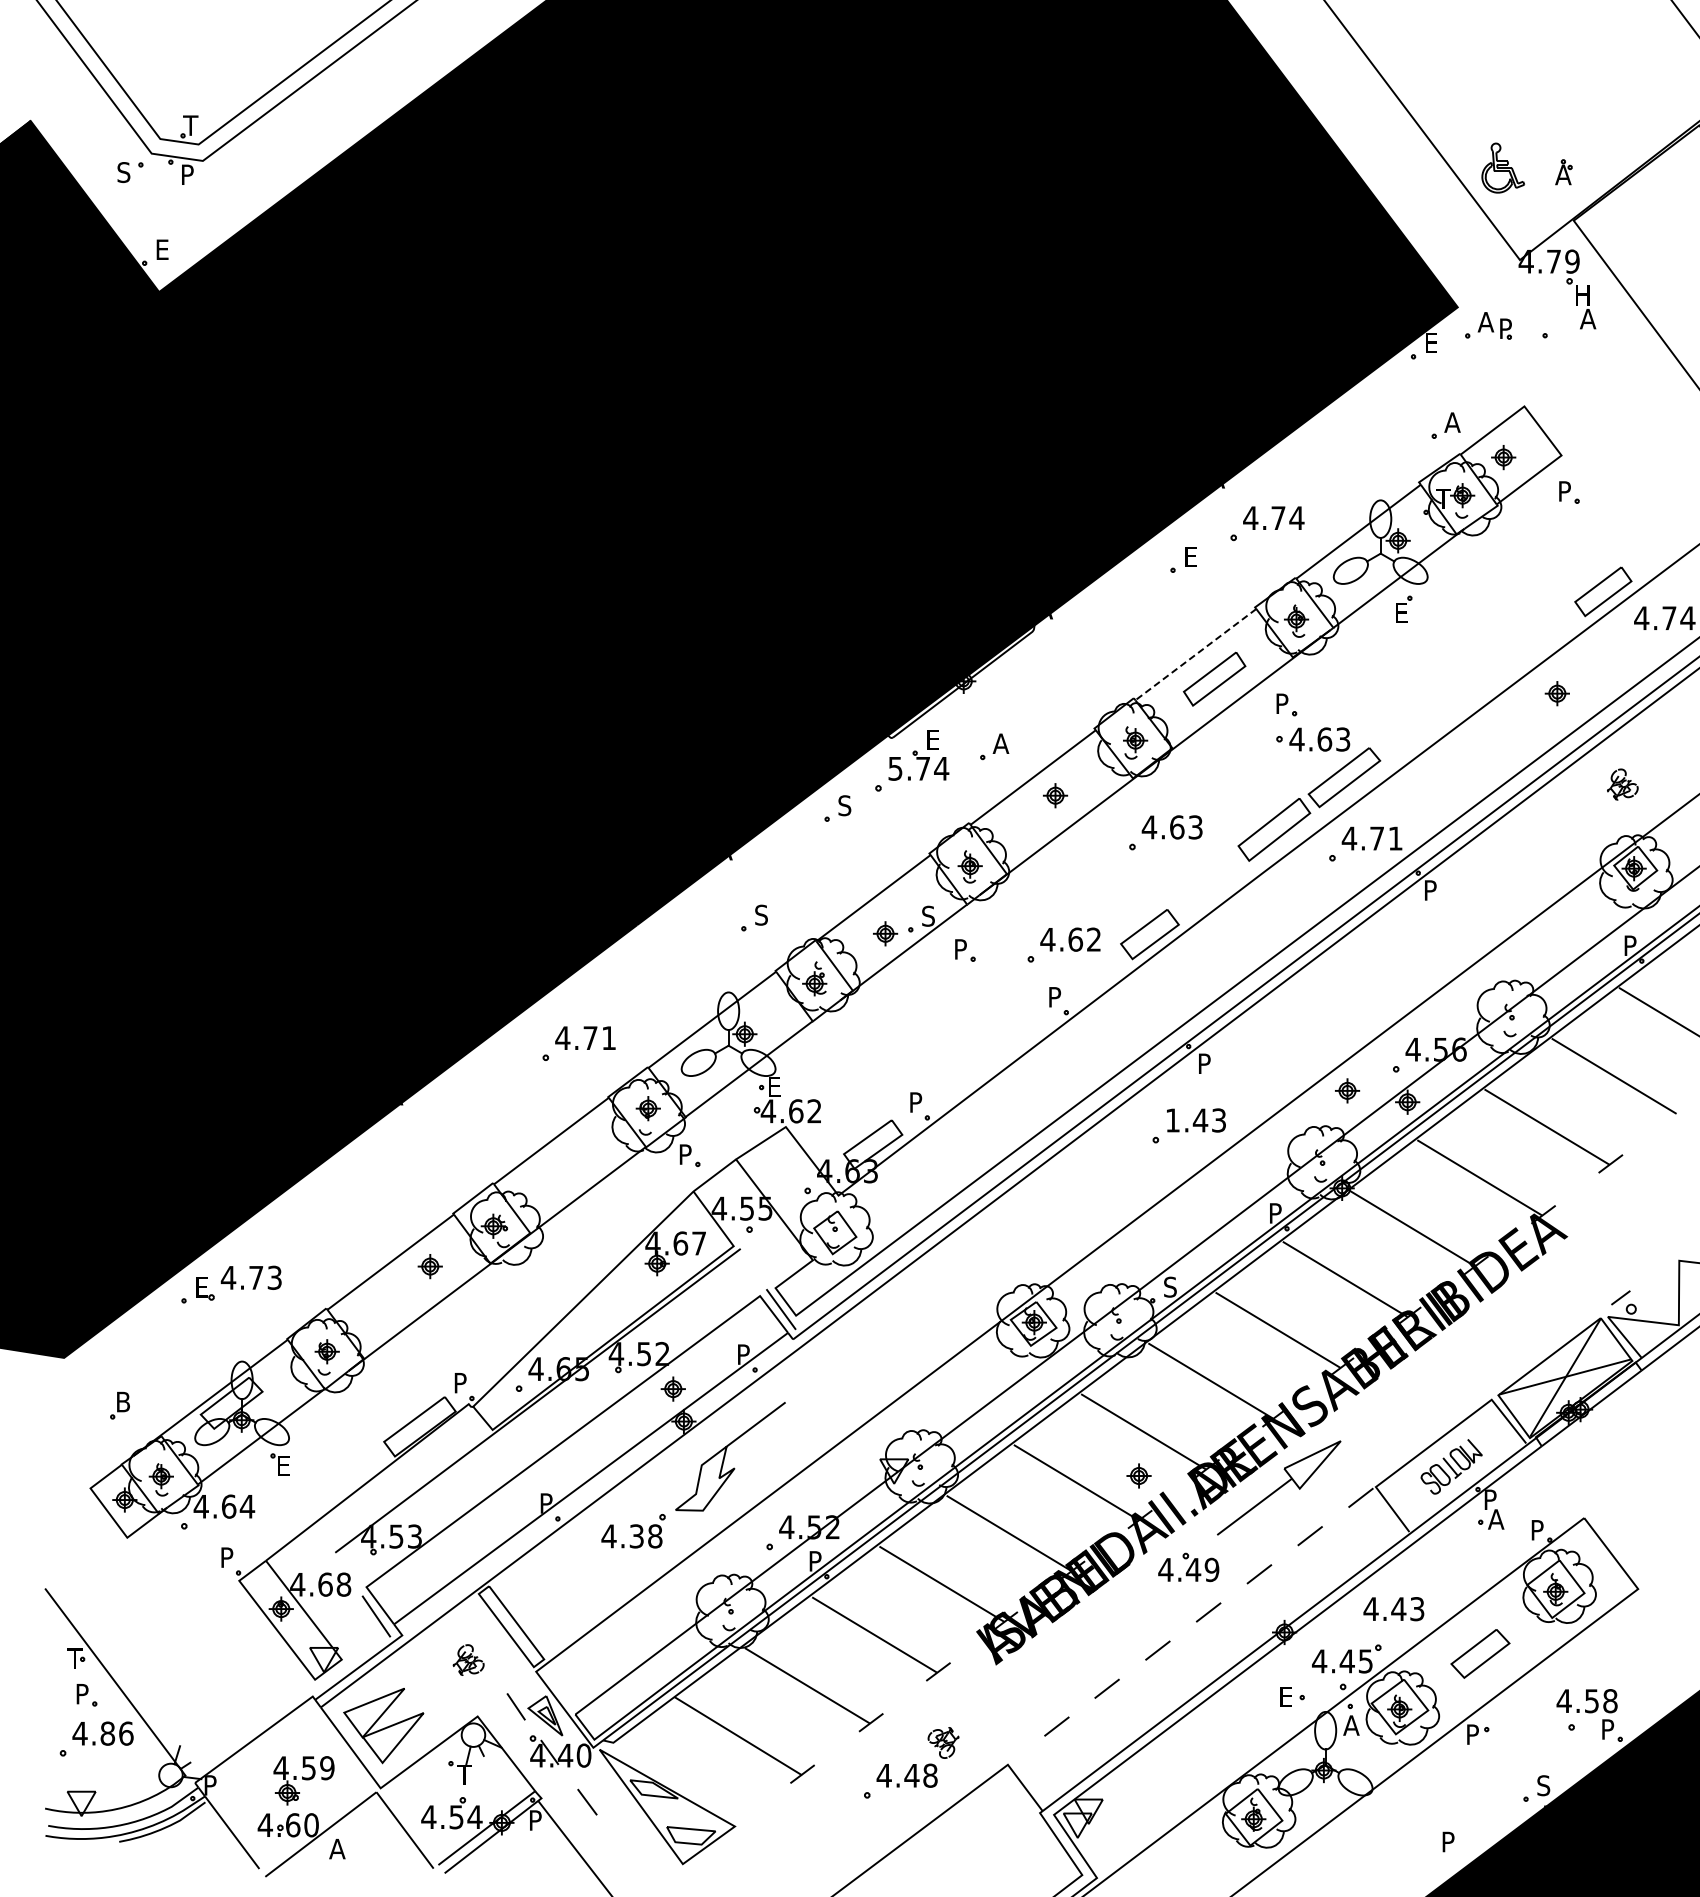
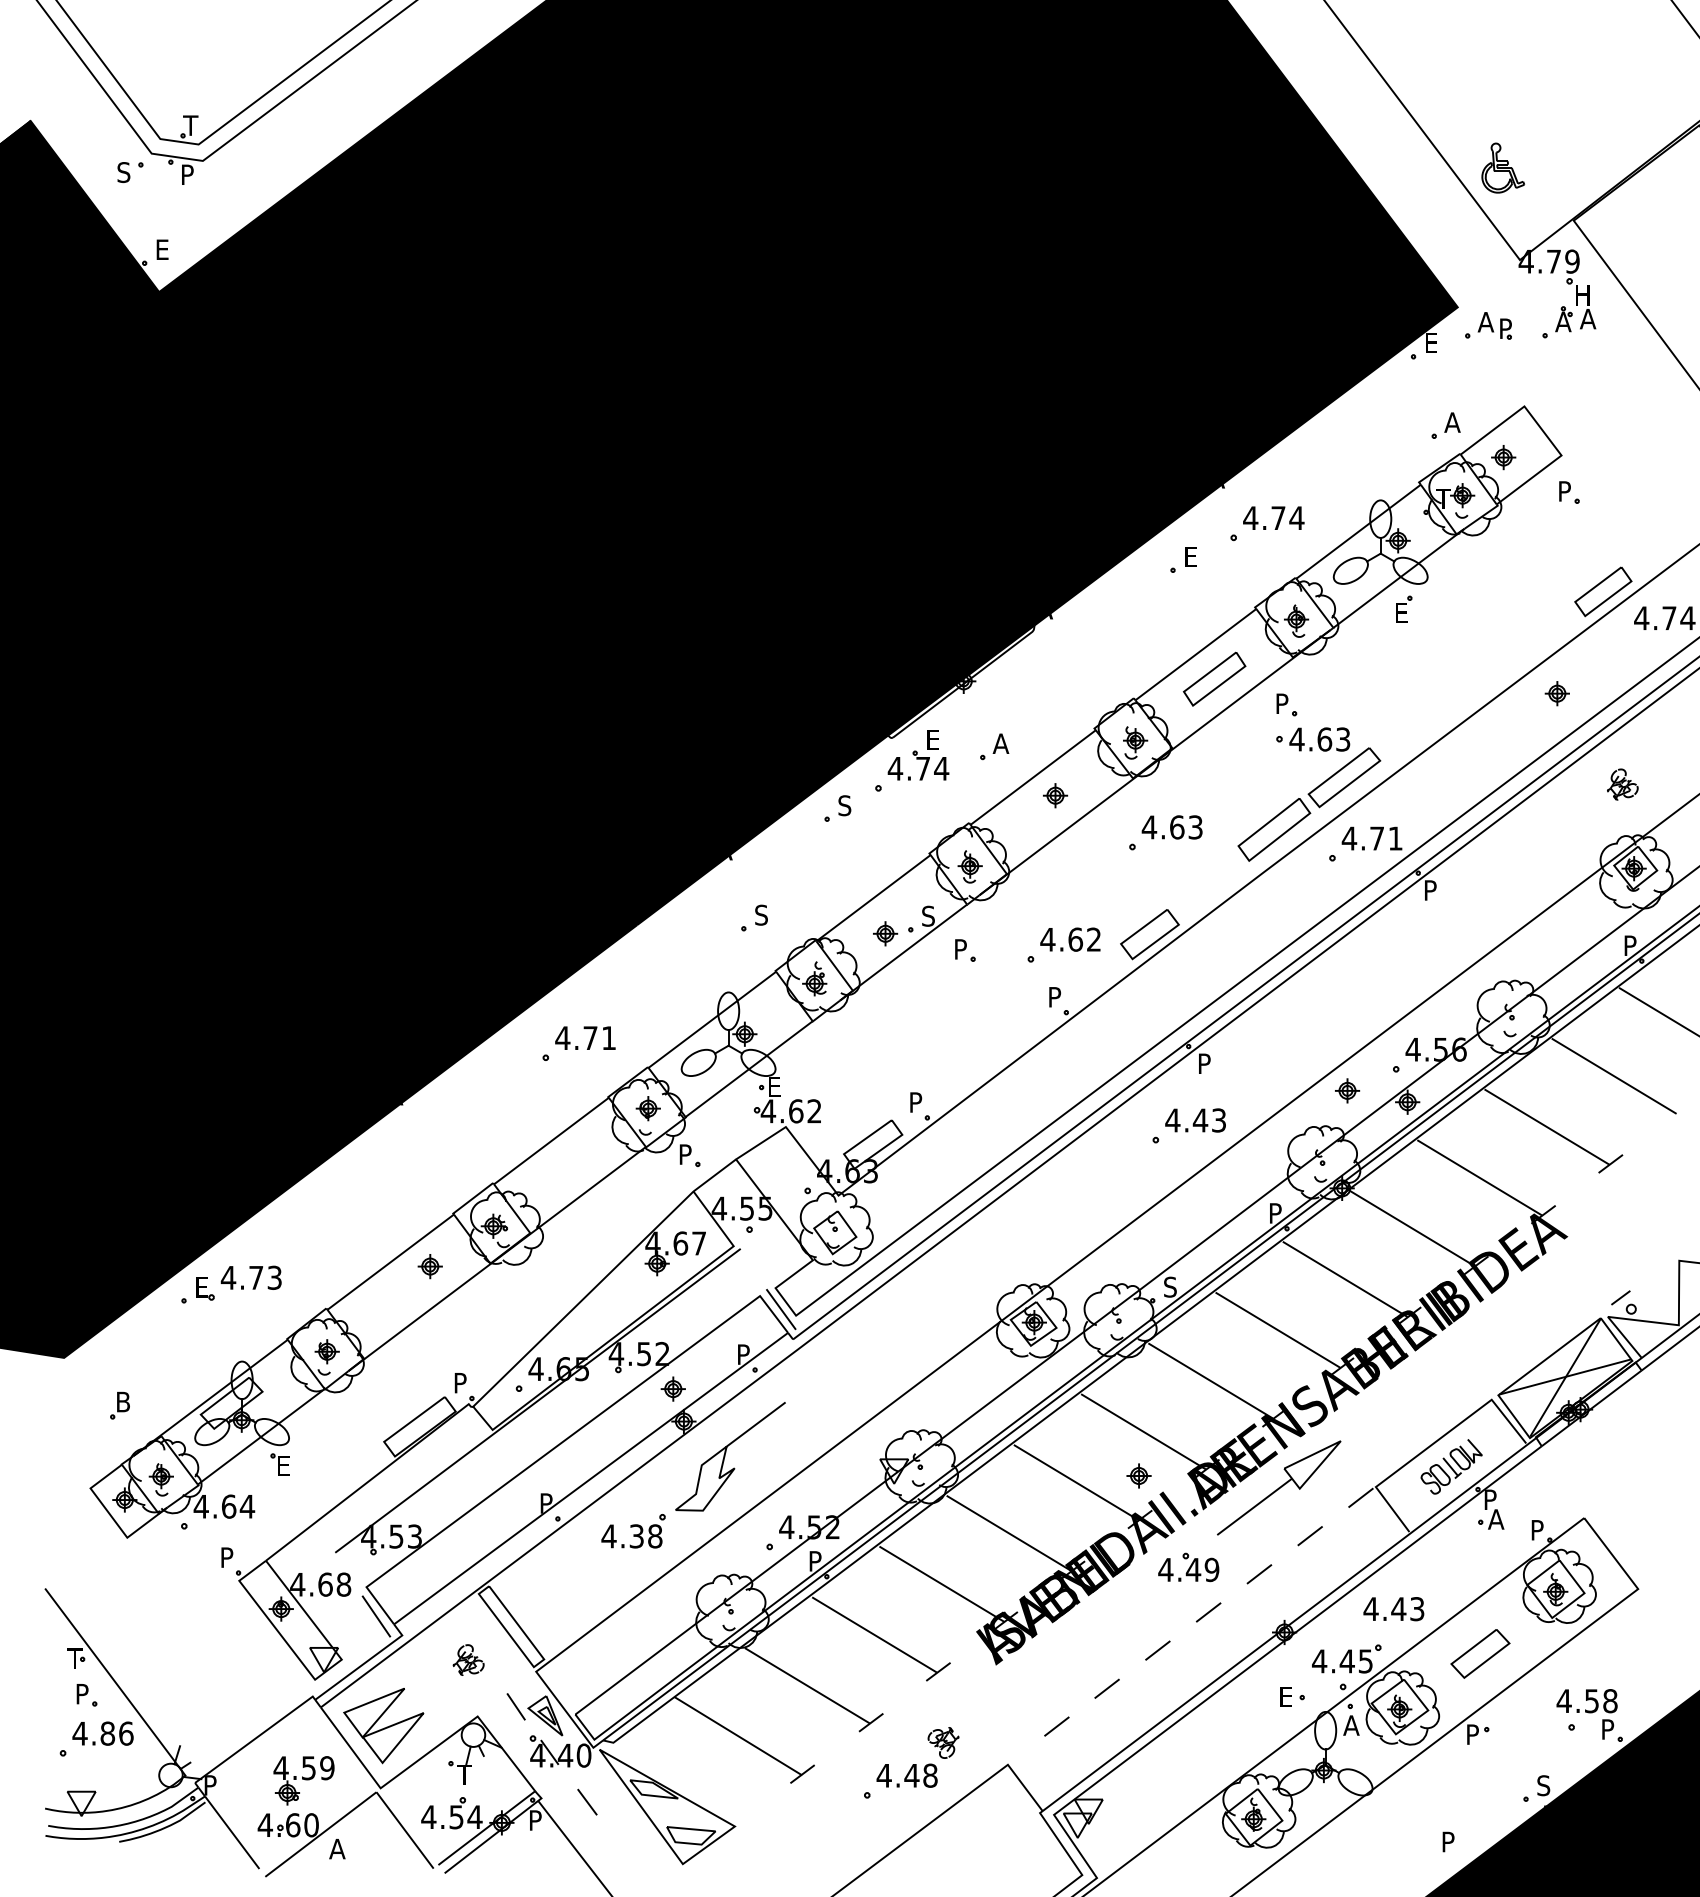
part at (1563, 172) position: (1563, 172) -> (1563, 319)
line at (1195, 654): dashed -> solid
text at (895, 768): 5.74 -> 4.74
text at (1172, 1120): 1.43 -> 4.43
